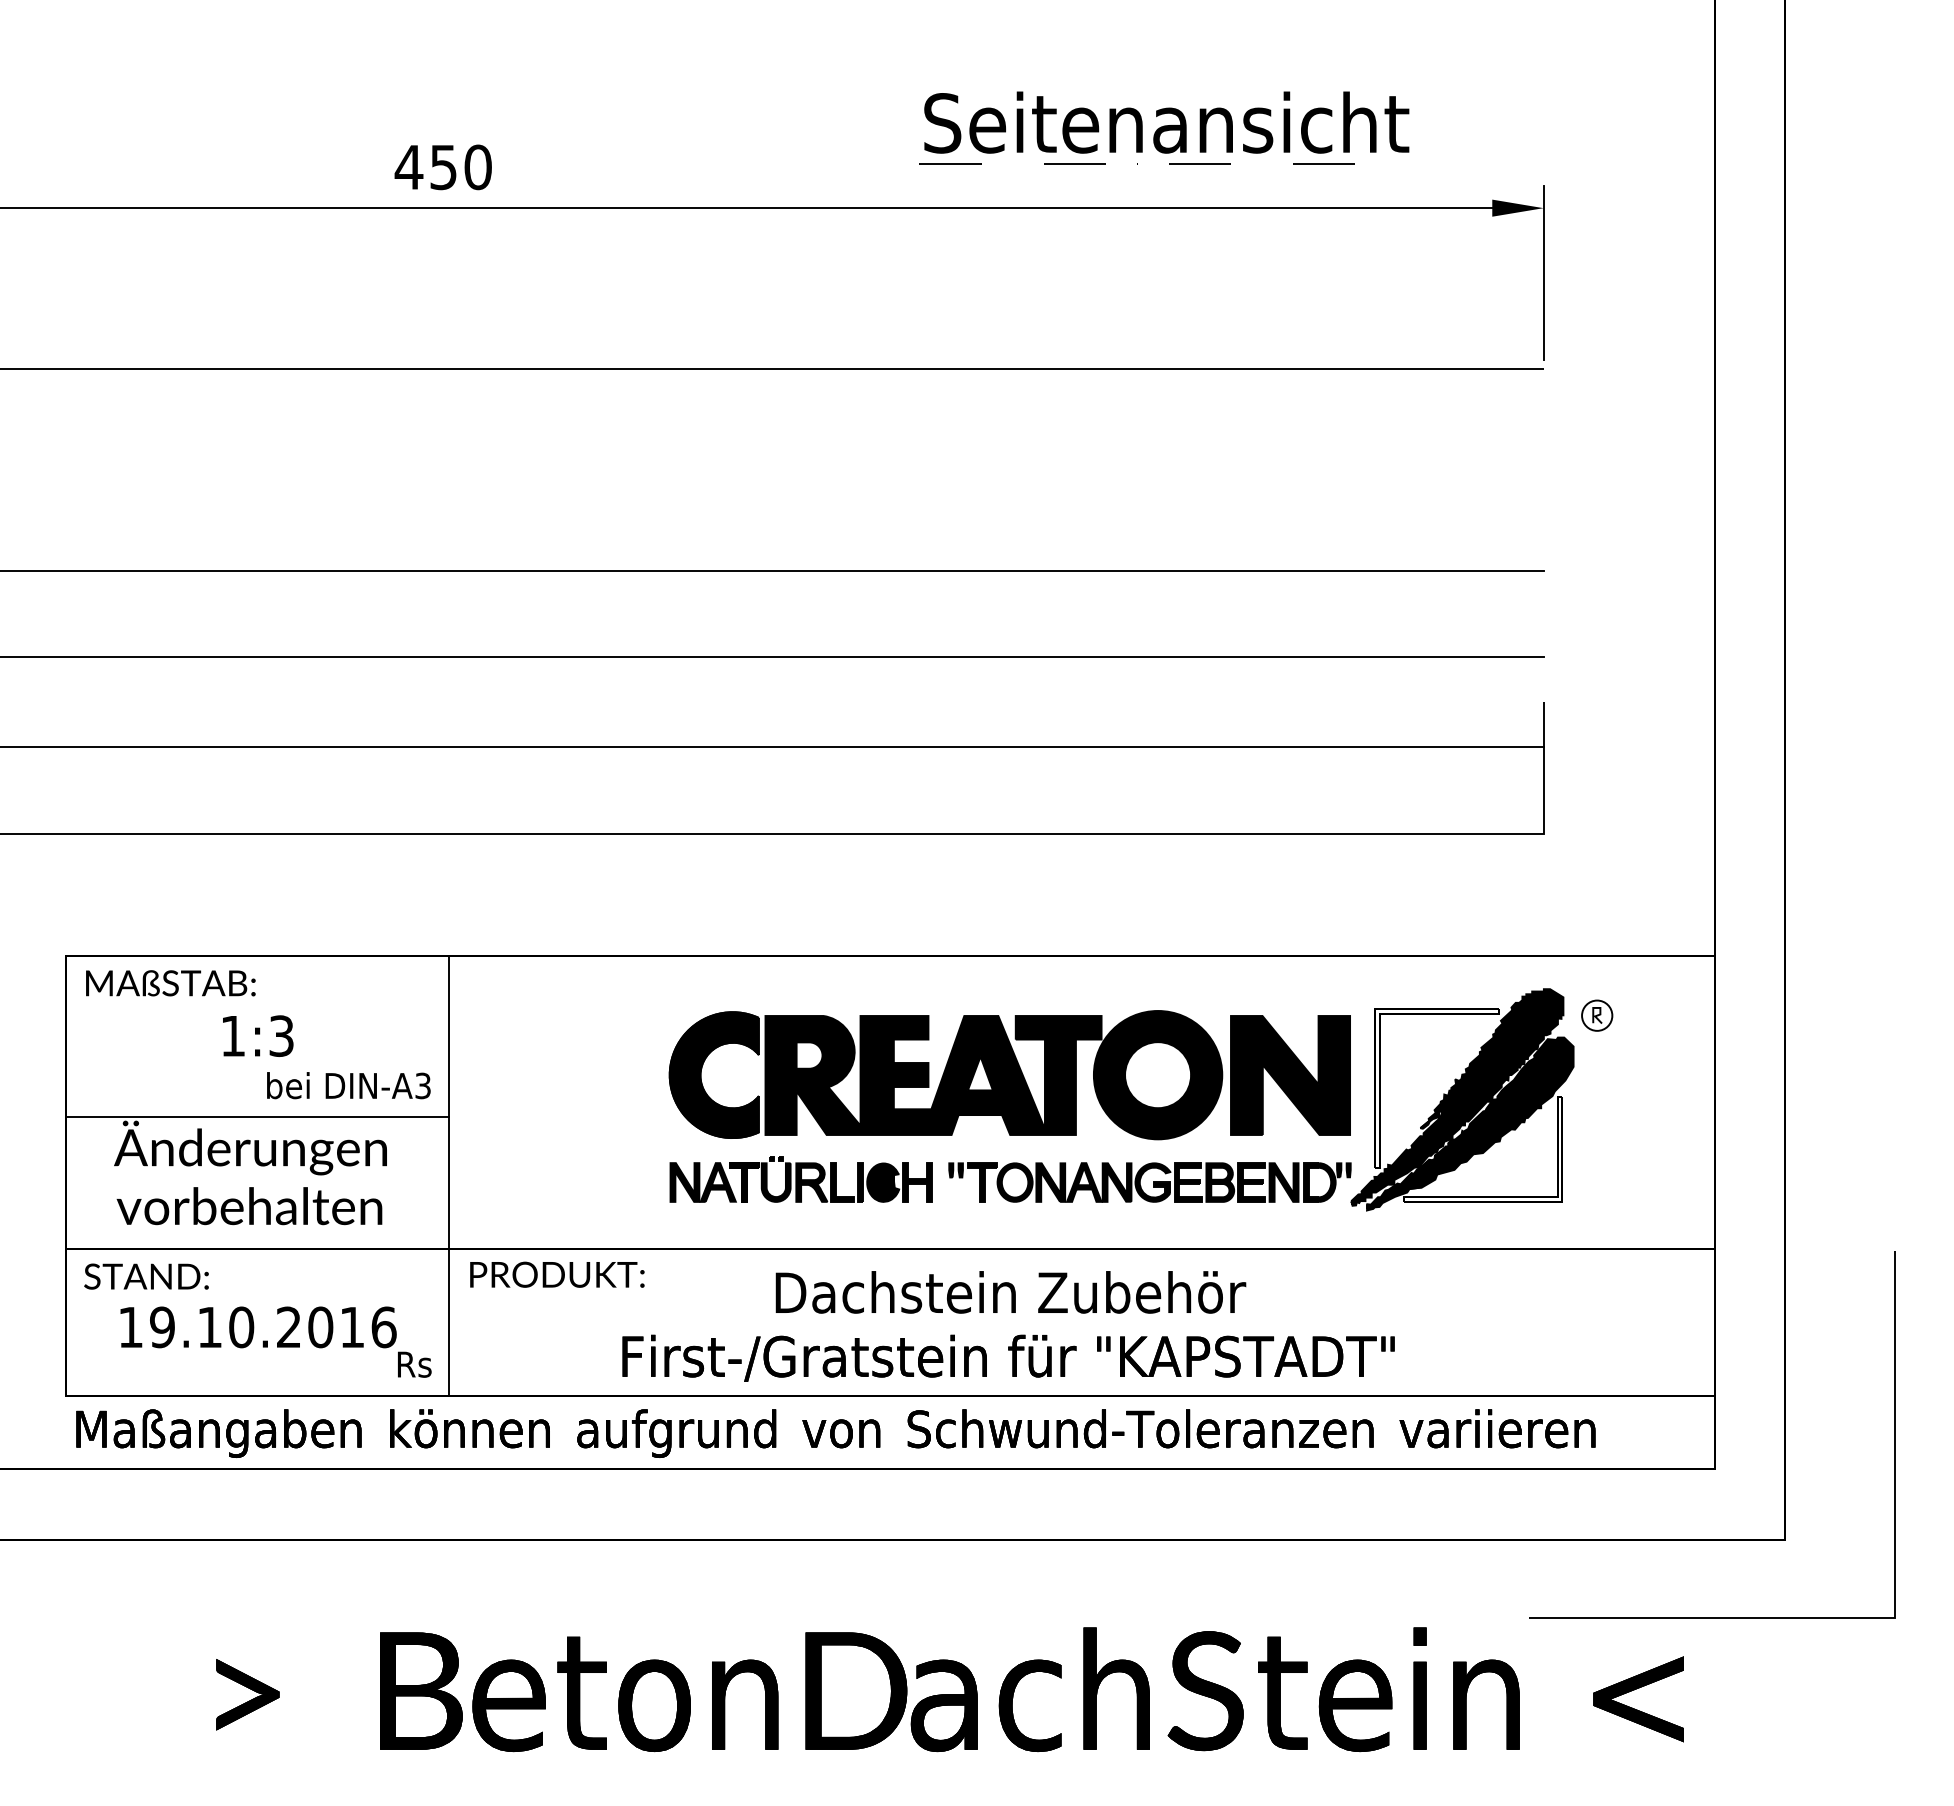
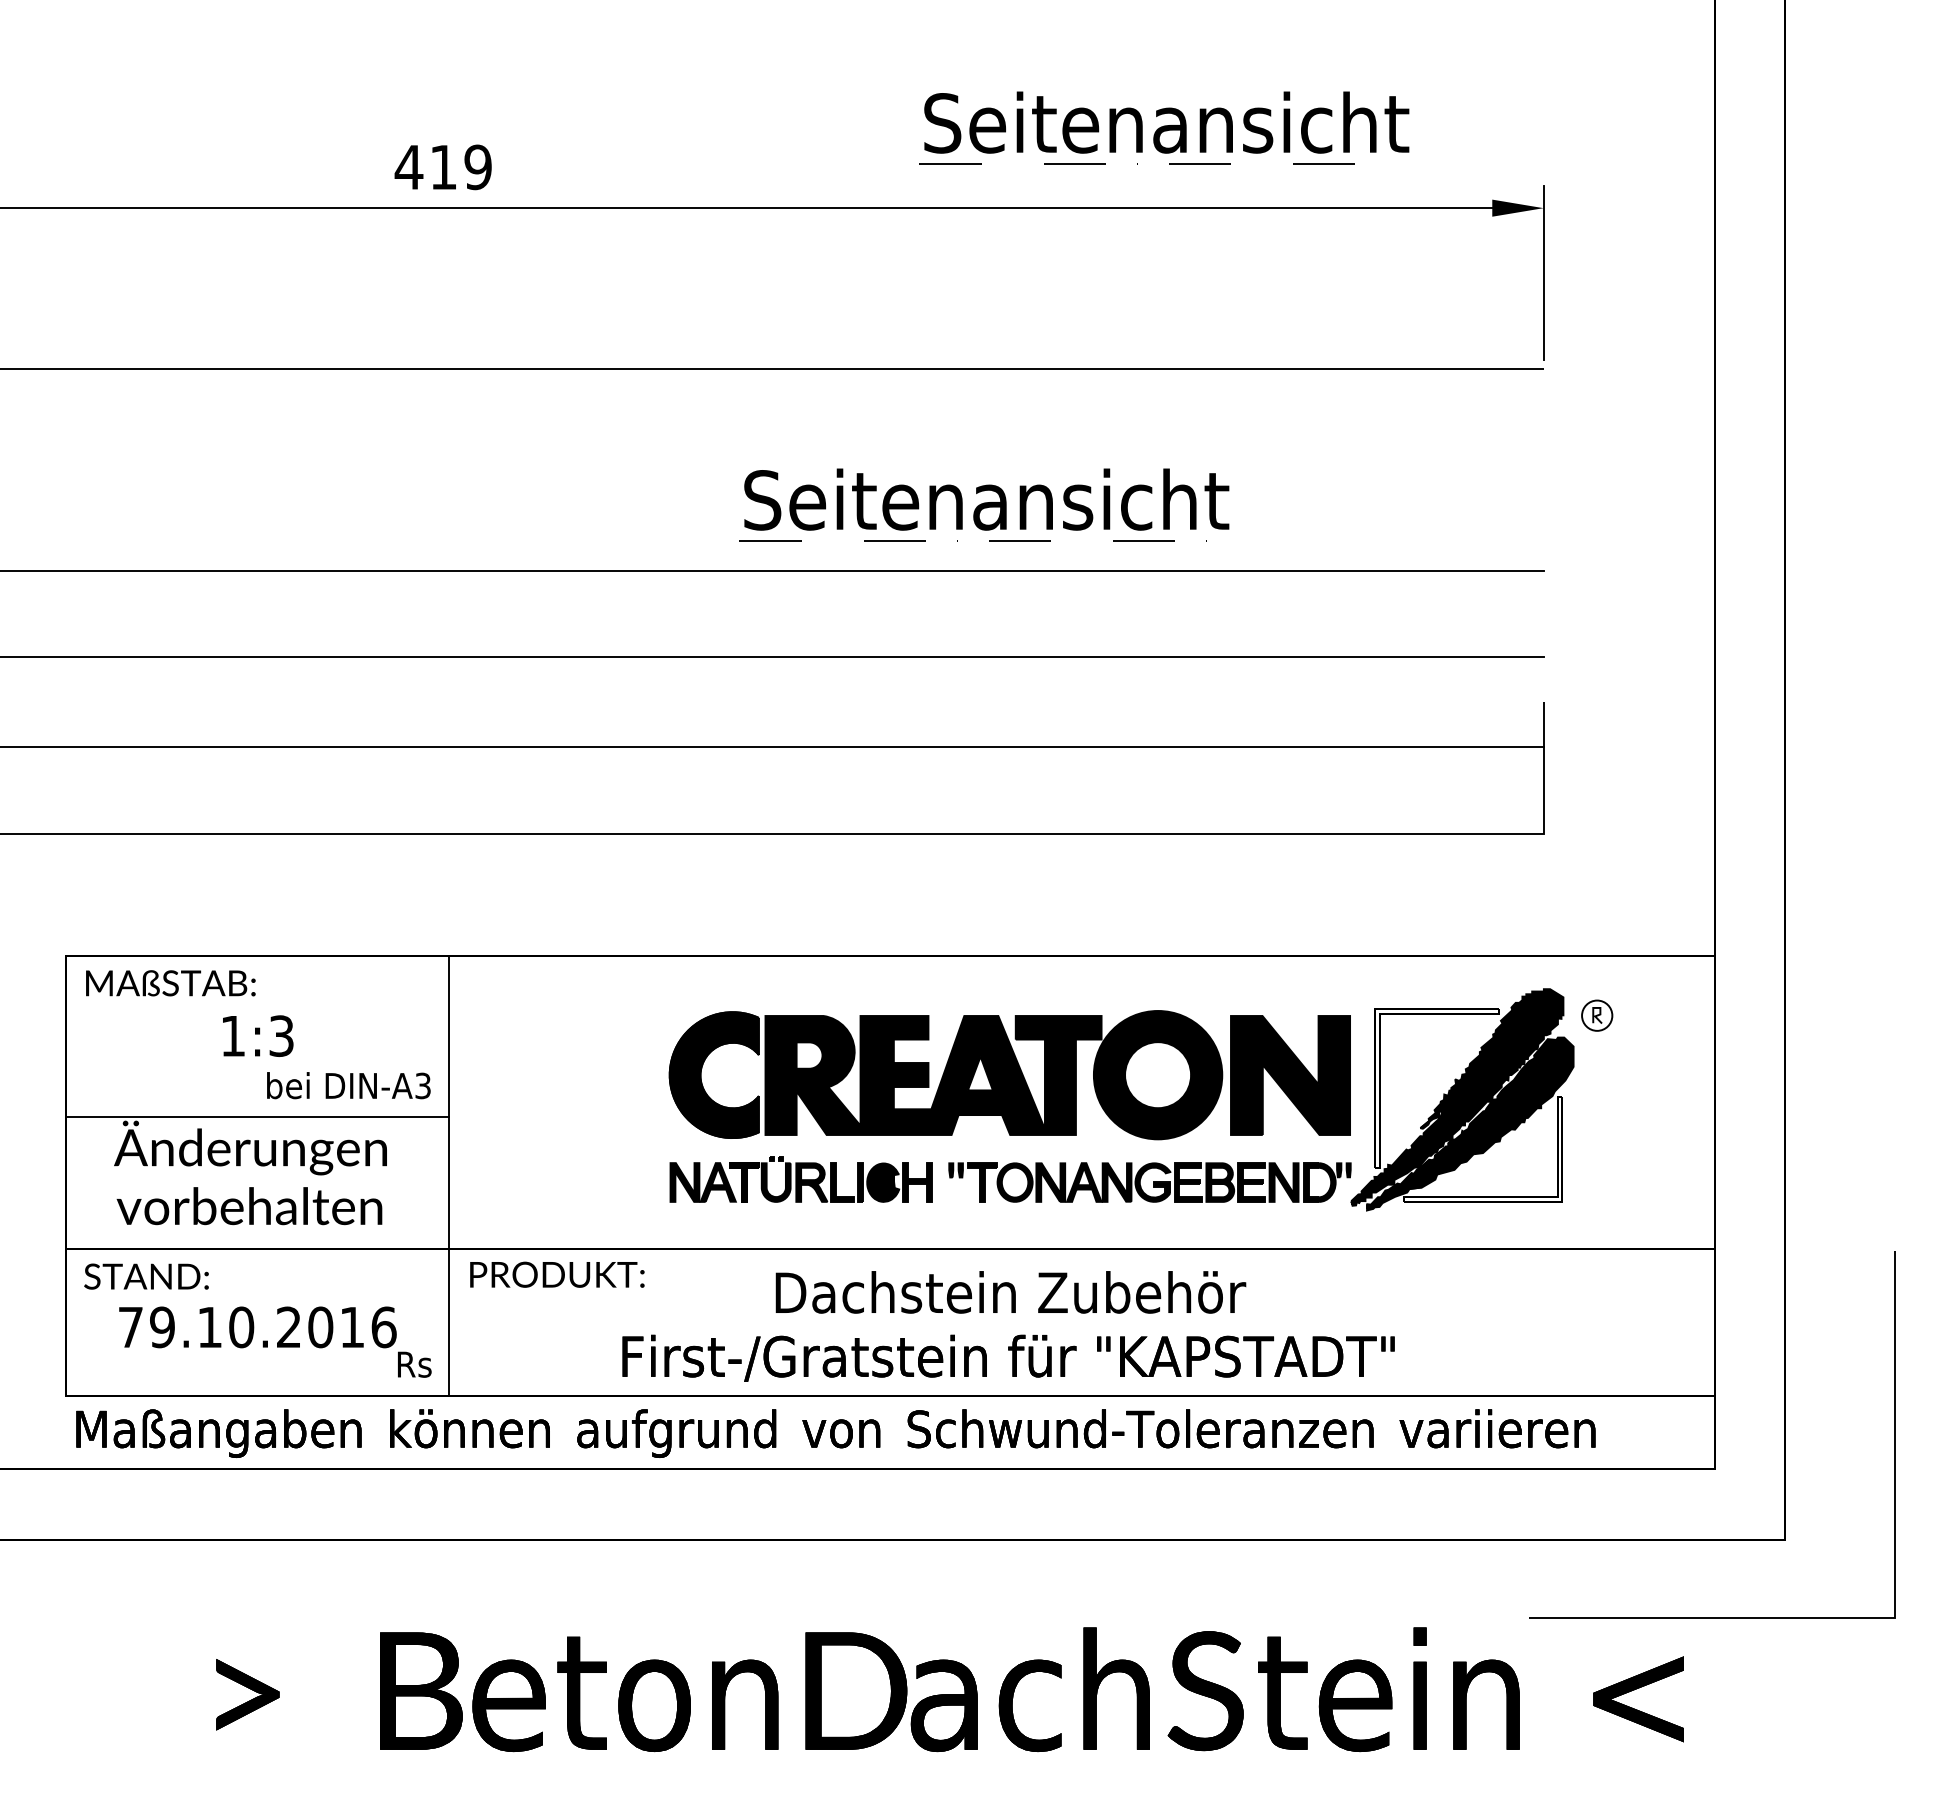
text at (460, 167): 450 -> 419
part at (984, 504): none -> present
text at (130, 1327): 19.10.2016 -> 79.10.2016
